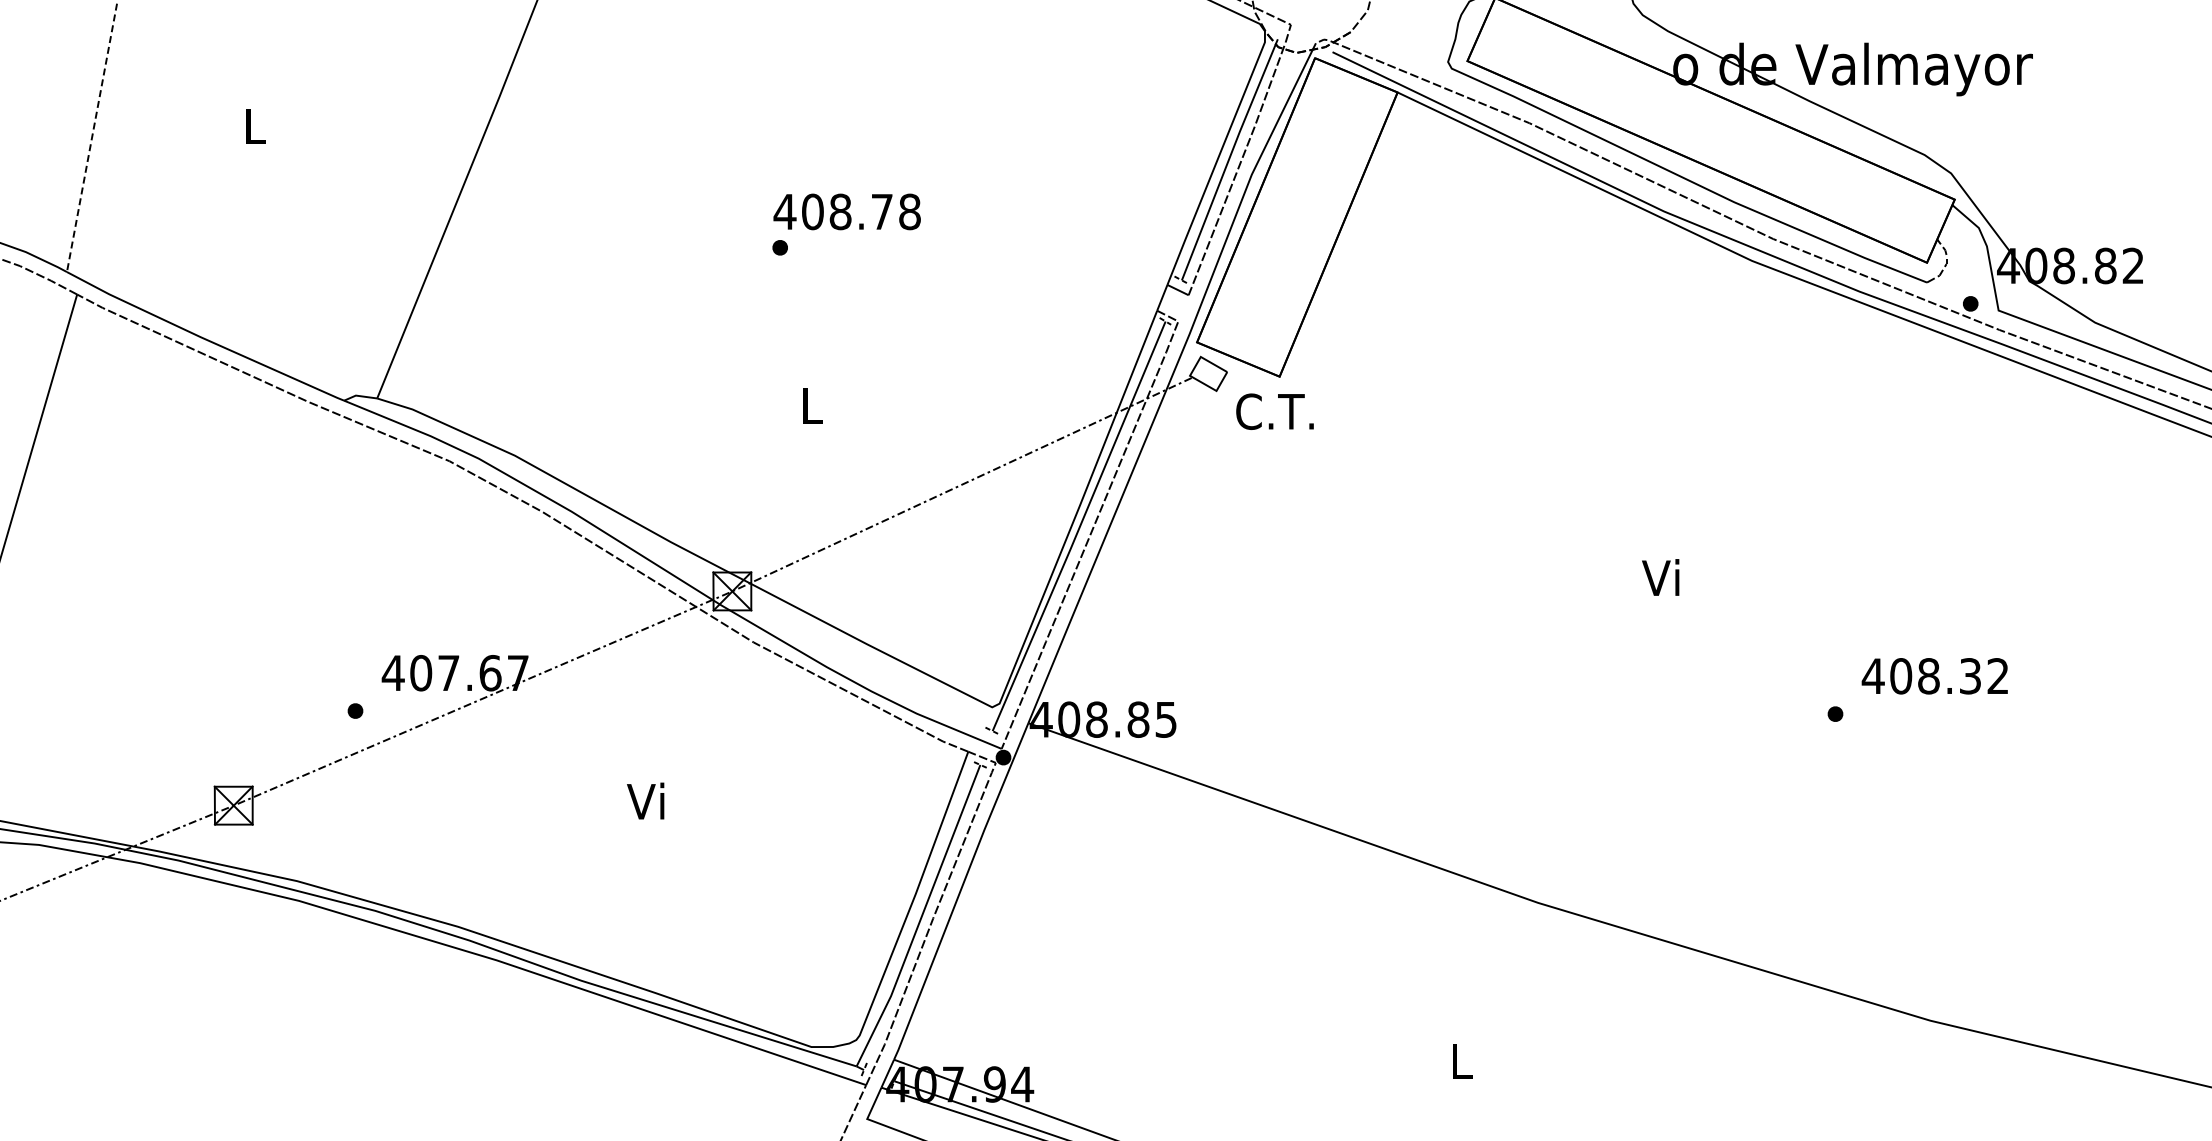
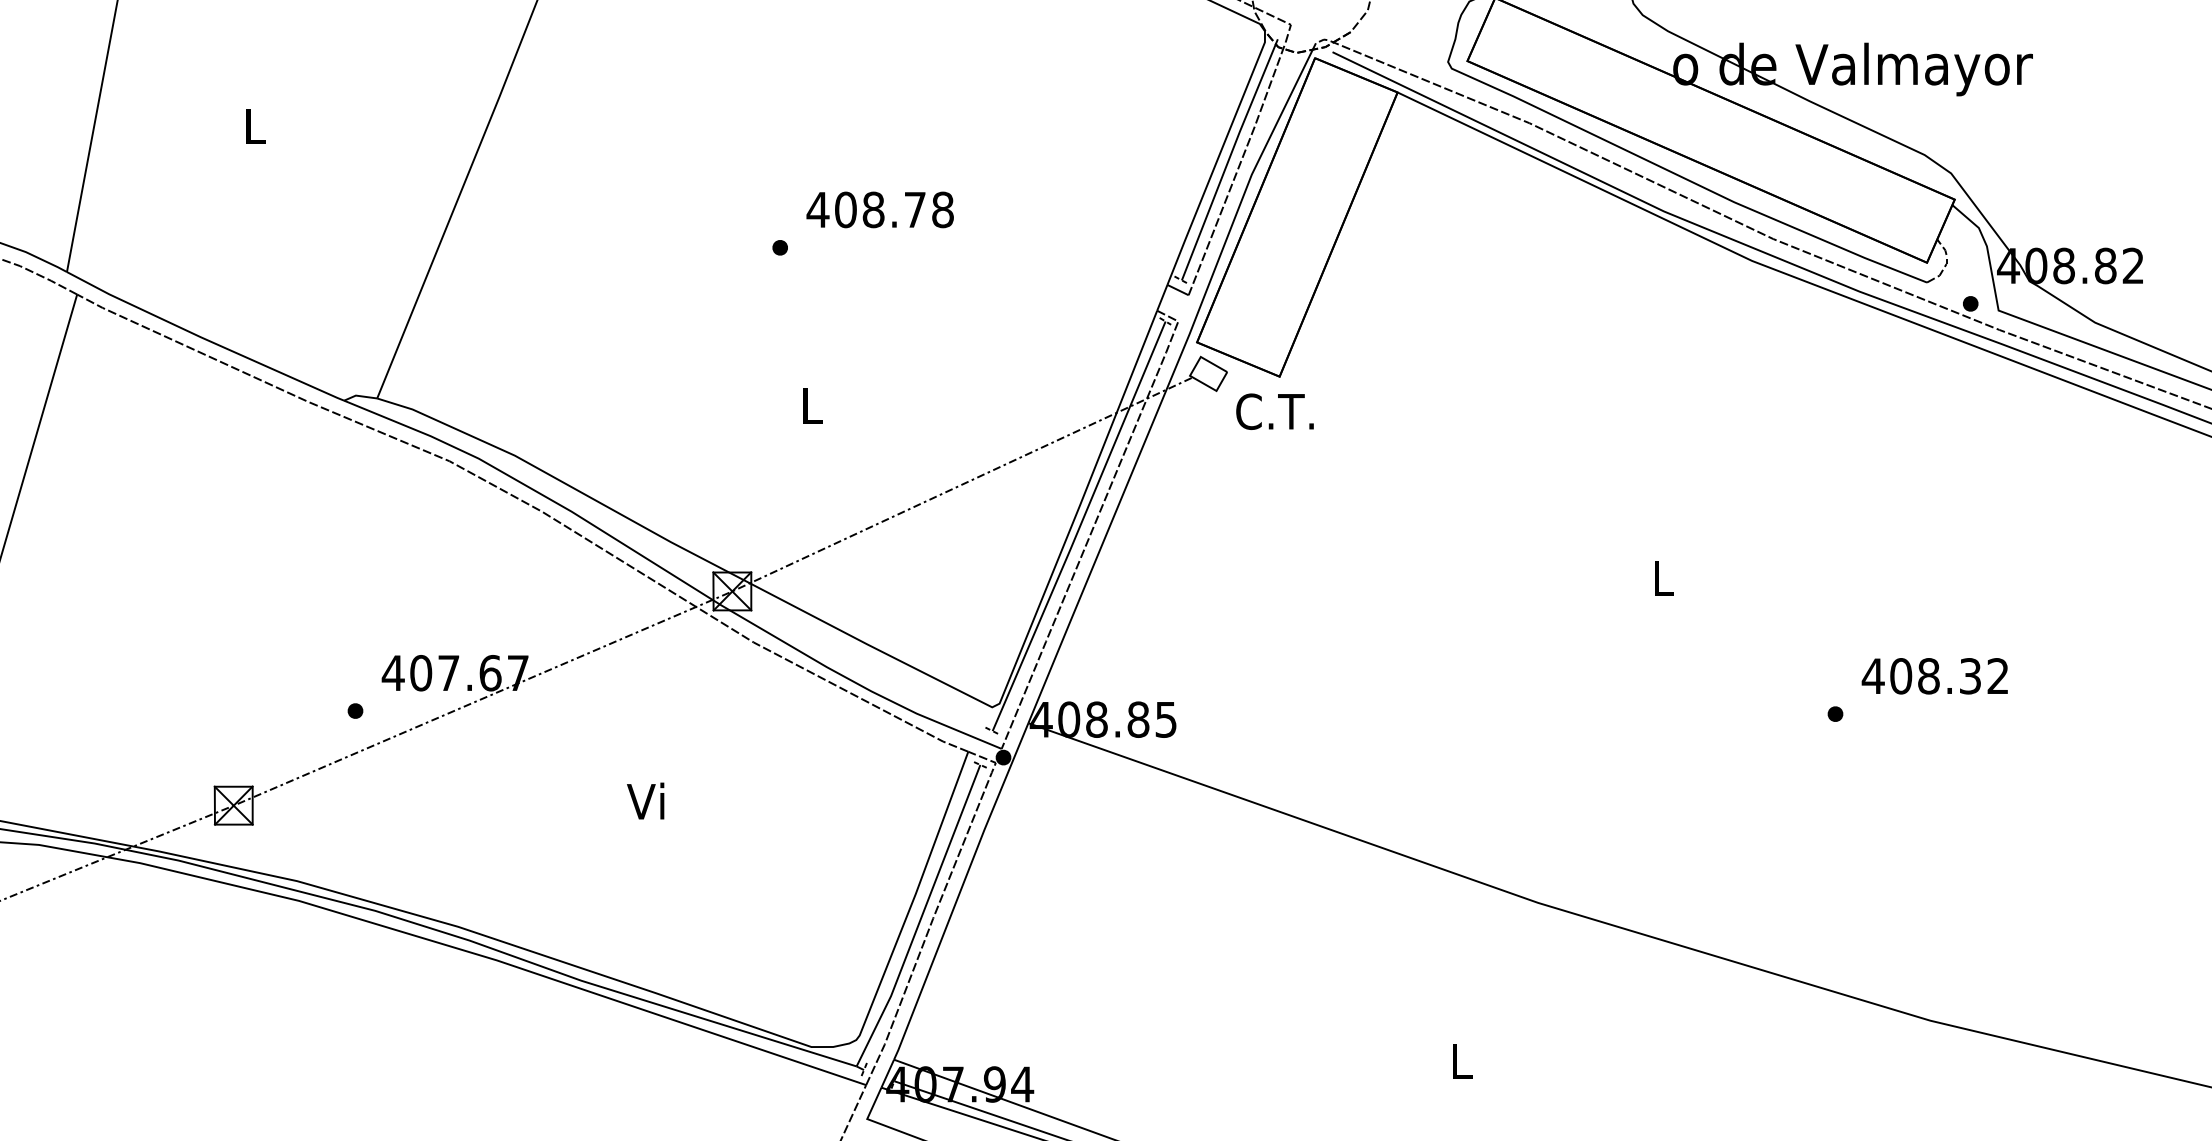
line at (92, 136): dashed -> solid
text at (846, 211) position: (846, 211) -> (879, 209)
text at (1660, 577): Vi -> L
